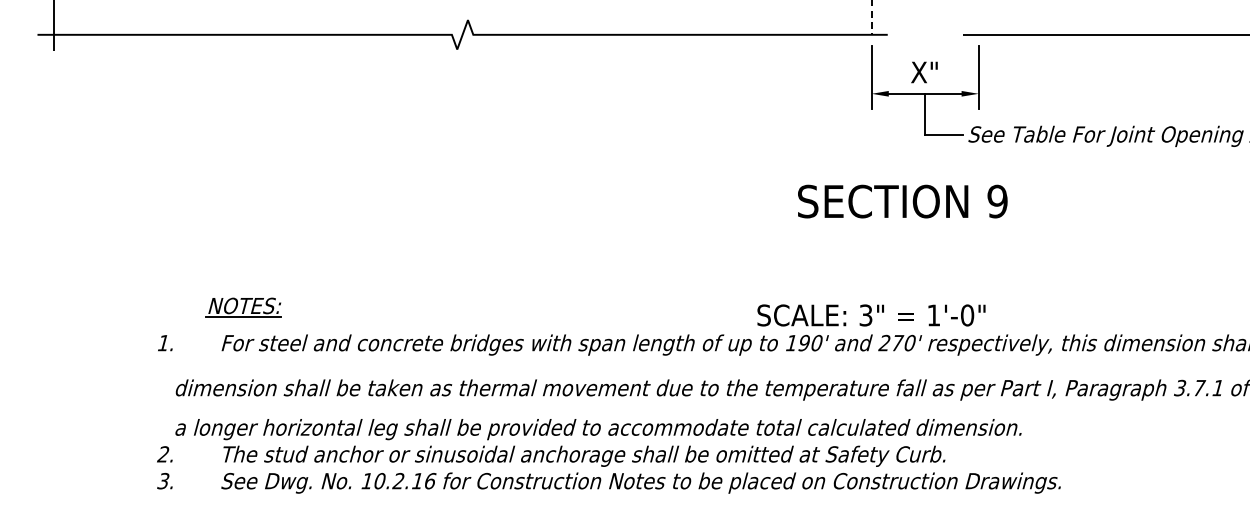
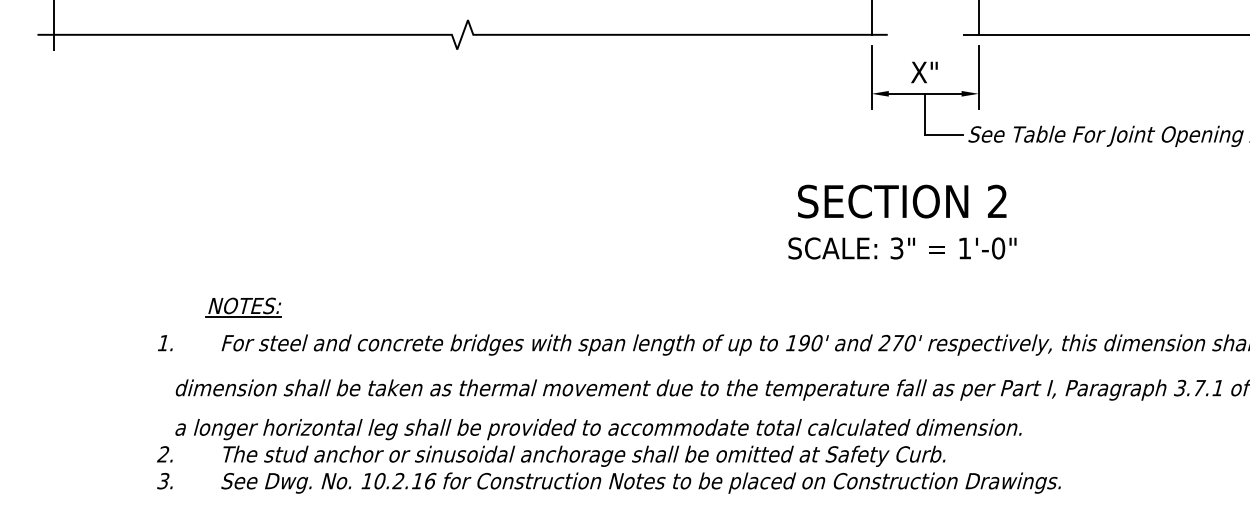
line at (871, 17): dashed -> solid
line at (978, 18): none -> present
text at (997, 201): 9 -> 2
text at (871, 315) position: (871, 315) -> (902, 248)
